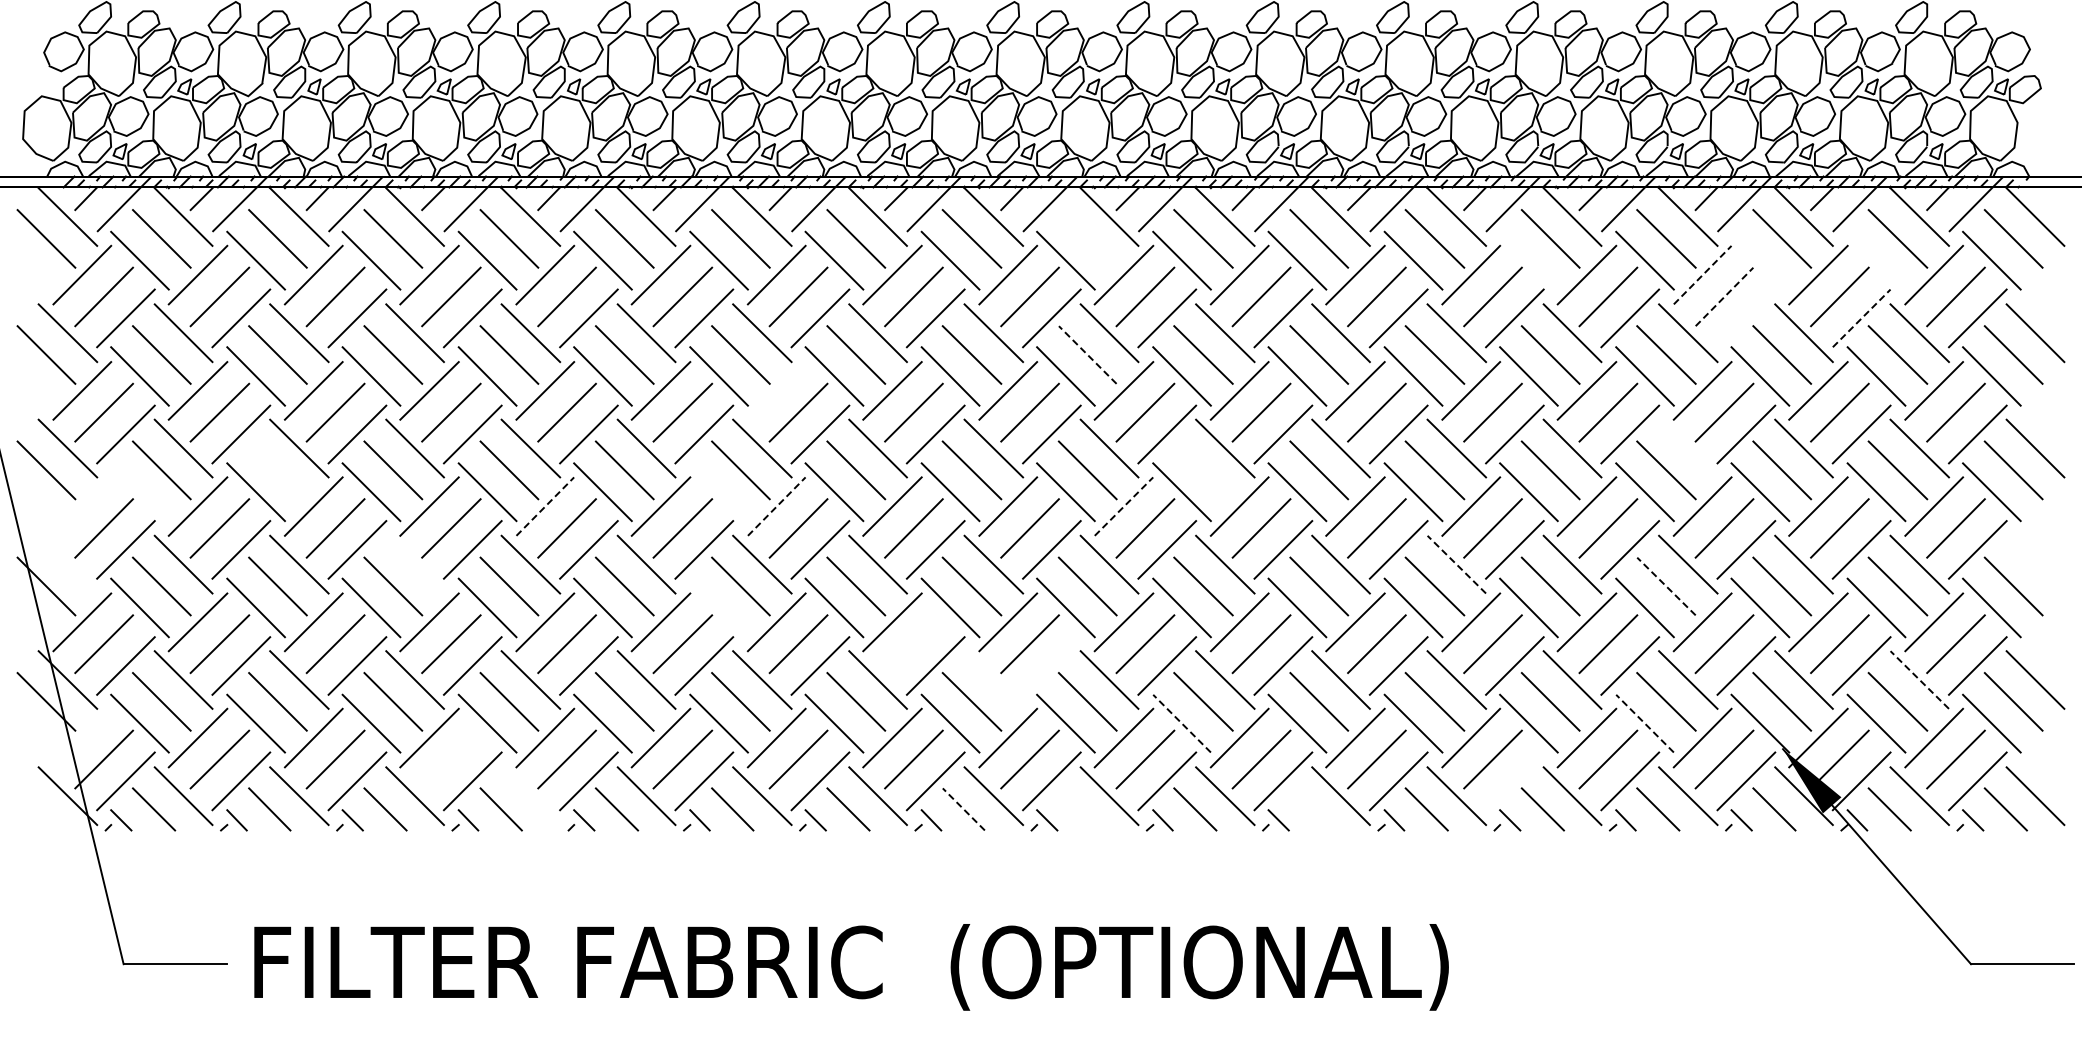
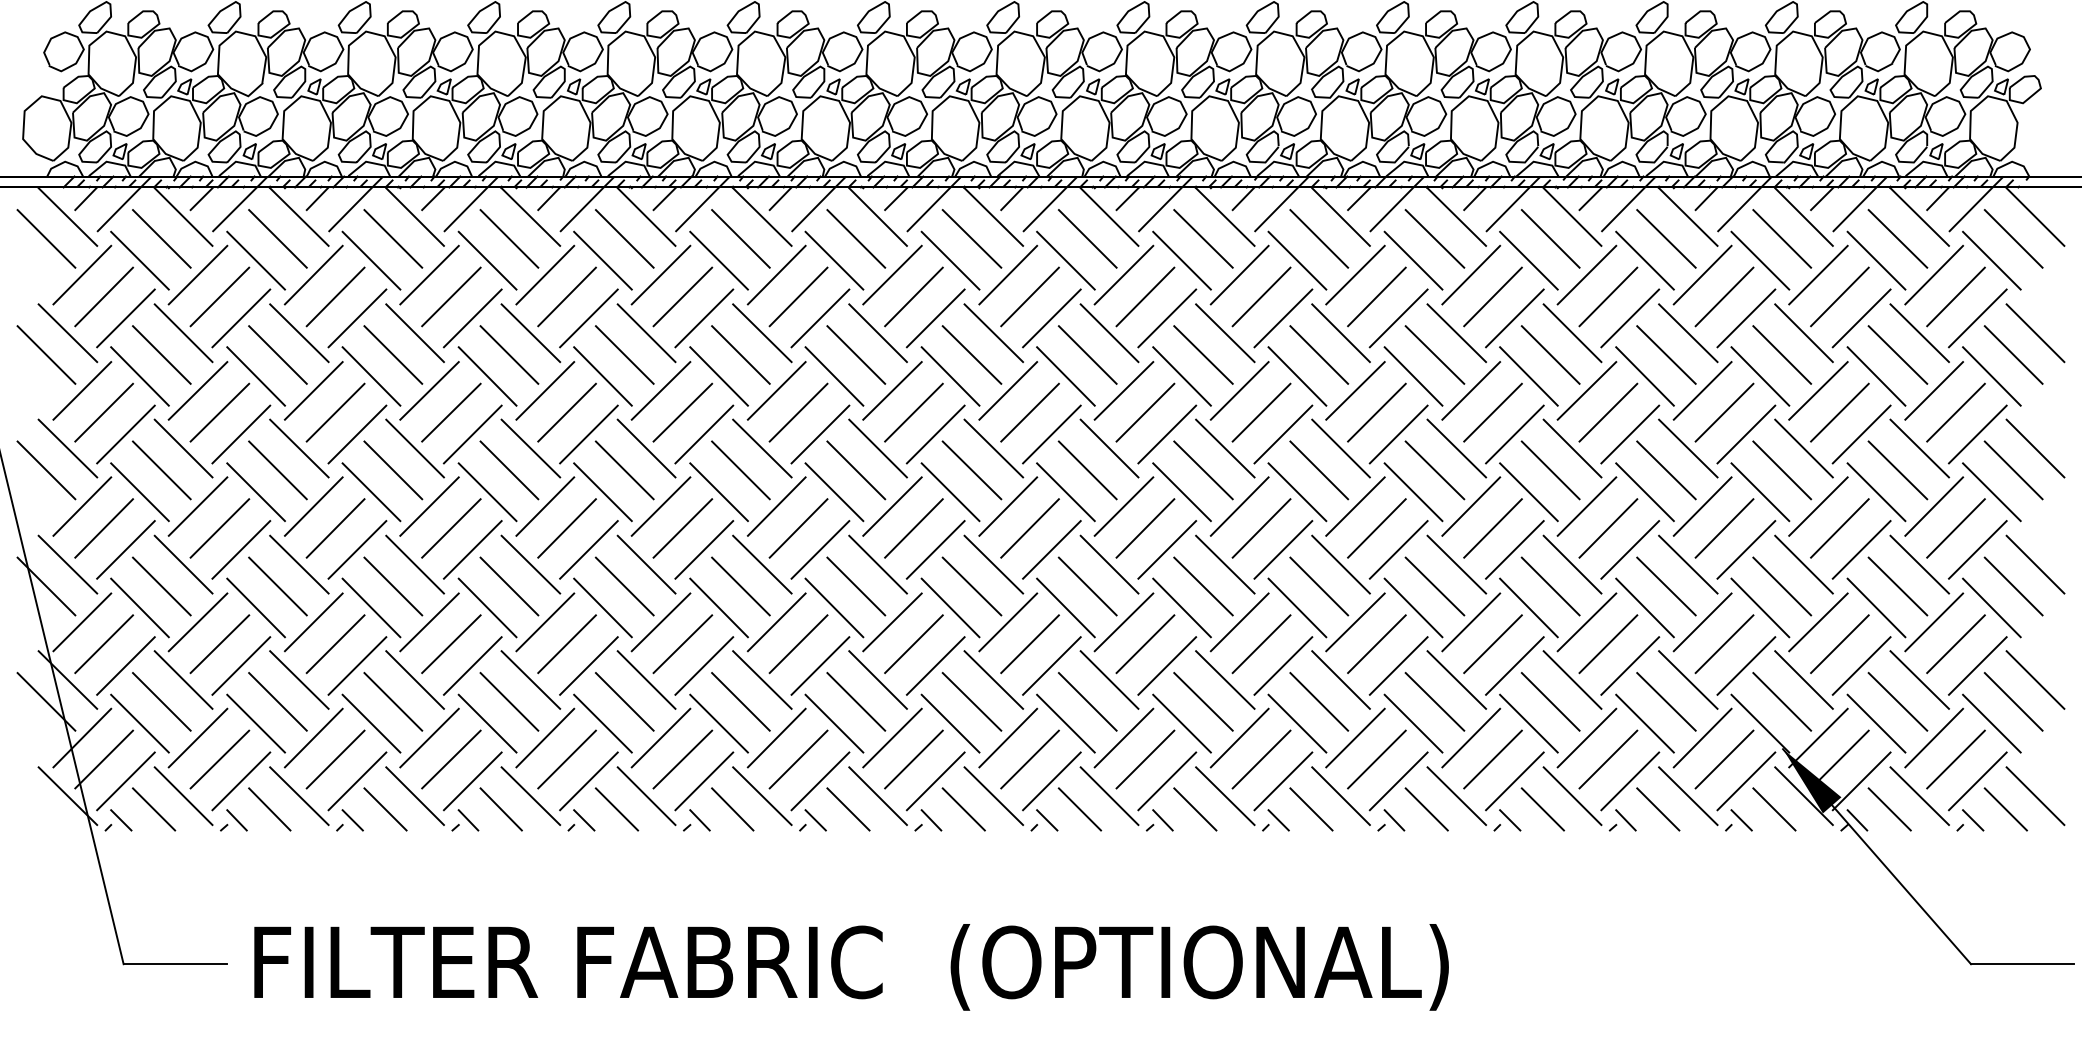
line at (1087, 238): none -> present
line at (1528, 260): none -> present
line at (1760, 260): none -> present
line at (1876, 260): none -> present
line at (1703, 274): dashed -> solid
line at (1724, 296): dashed -> solid
line at (1746, 318): none -> present
line at (1861, 318): dashed -> solid
line at (1087, 355): dashed -> solid
line at (776, 390): none -> present
line at (1688, 448): none -> present
line at (277, 470): none -> present
line at (1203, 470): none -> present
line at (139, 492): none -> present
line at (718, 492): none -> present
line at (82, 506): none -> present
line at (545, 506): dashed -> solid
line at (777, 506): dashed -> solid
line at (1124, 506): dashed -> solid
line at (67, 564): none -> present
line at (414, 564): none -> present
line at (1456, 564): dashed -> solid
line at (2035, 564): none -> present
line at (1666, 586): dashed -> solid
line at (718, 607): none -> present
line at (913, 643): none -> present
line at (1051, 665): none -> present
line at (993, 679): none -> present
line at (1919, 679): dashed -> solid
line at (1182, 723): dashed -> solid
line at (1645, 723): dashed -> solid
line at (82, 737): none -> present
line at (451, 759): none -> present
line at (1514, 781): none -> present
line at (530, 796): none -> present
line at (963, 809): dashed -> solid
line at (1079, 809): none -> present
line at (1311, 809): none -> present
